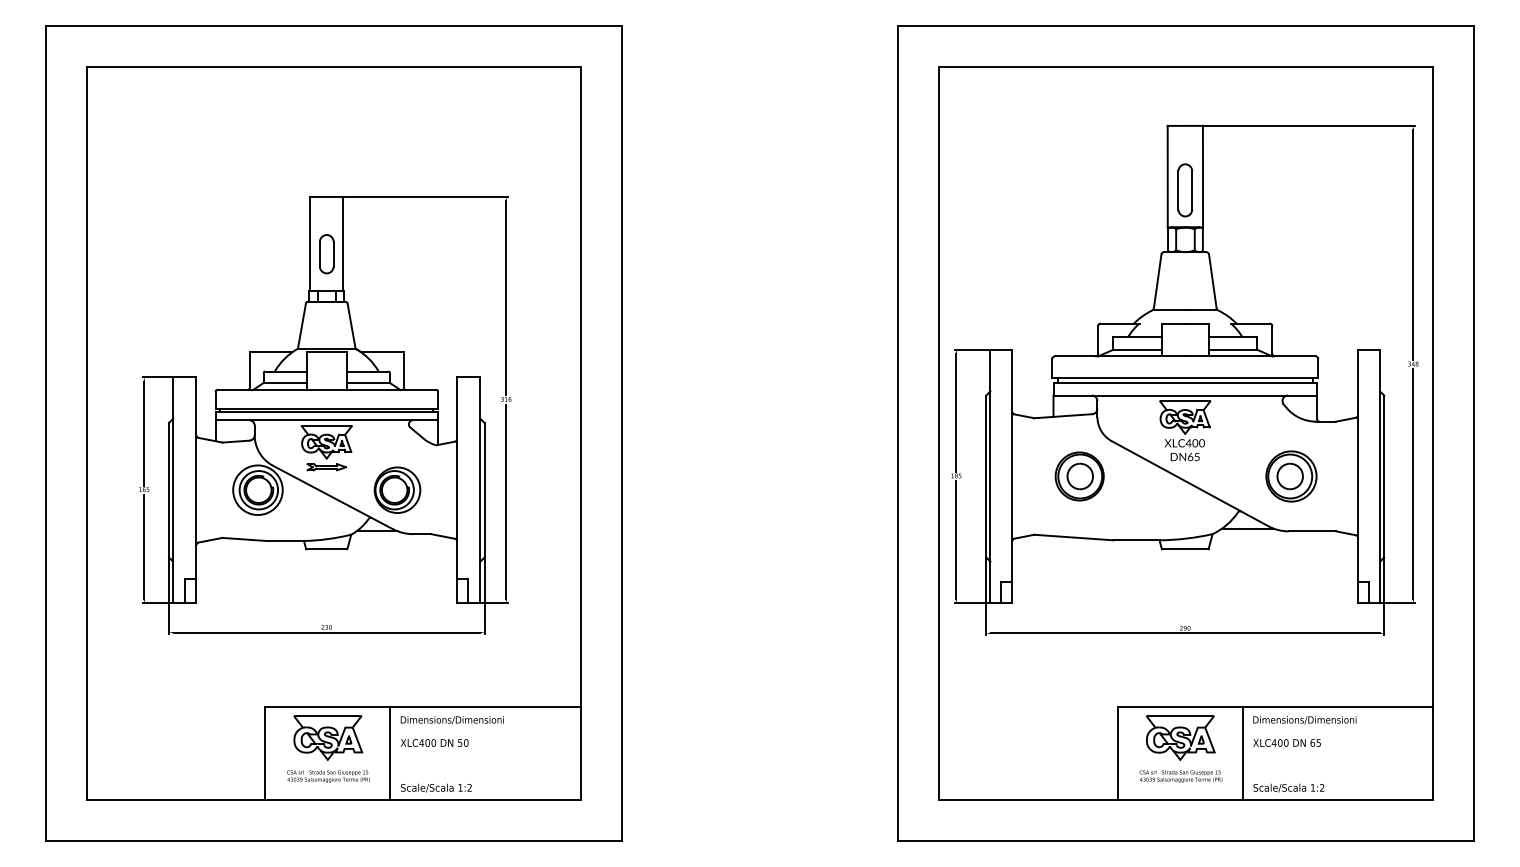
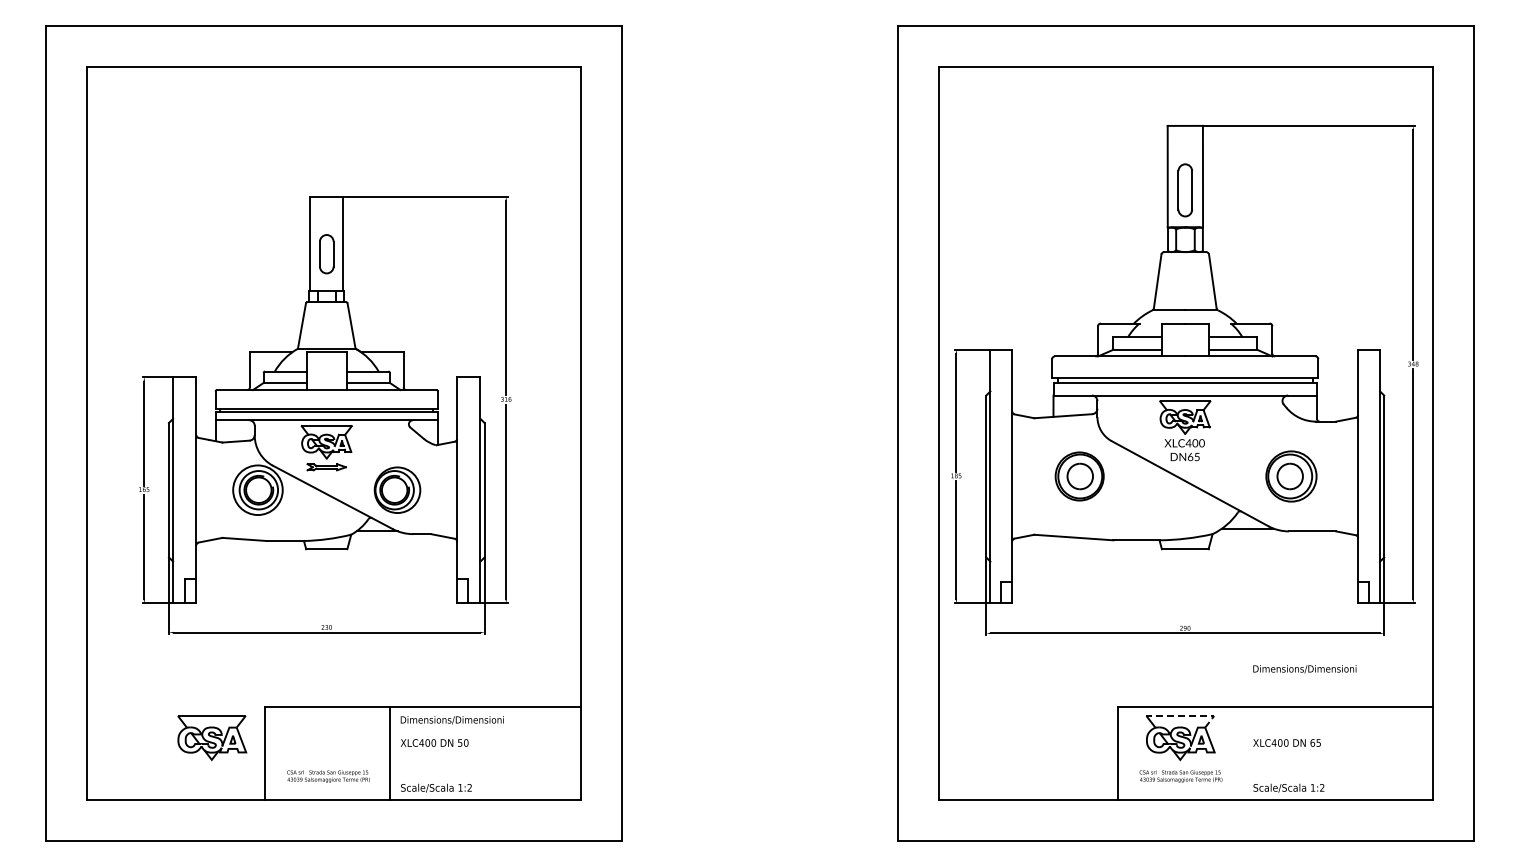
line at (1188, 716): solid -> dashed
text at (1304, 720) position: (1304, 720) -> (1304, 669)
part at (328, 738) position: (328, 738) -> (212, 738)
line at (1242, 753): present -> none
